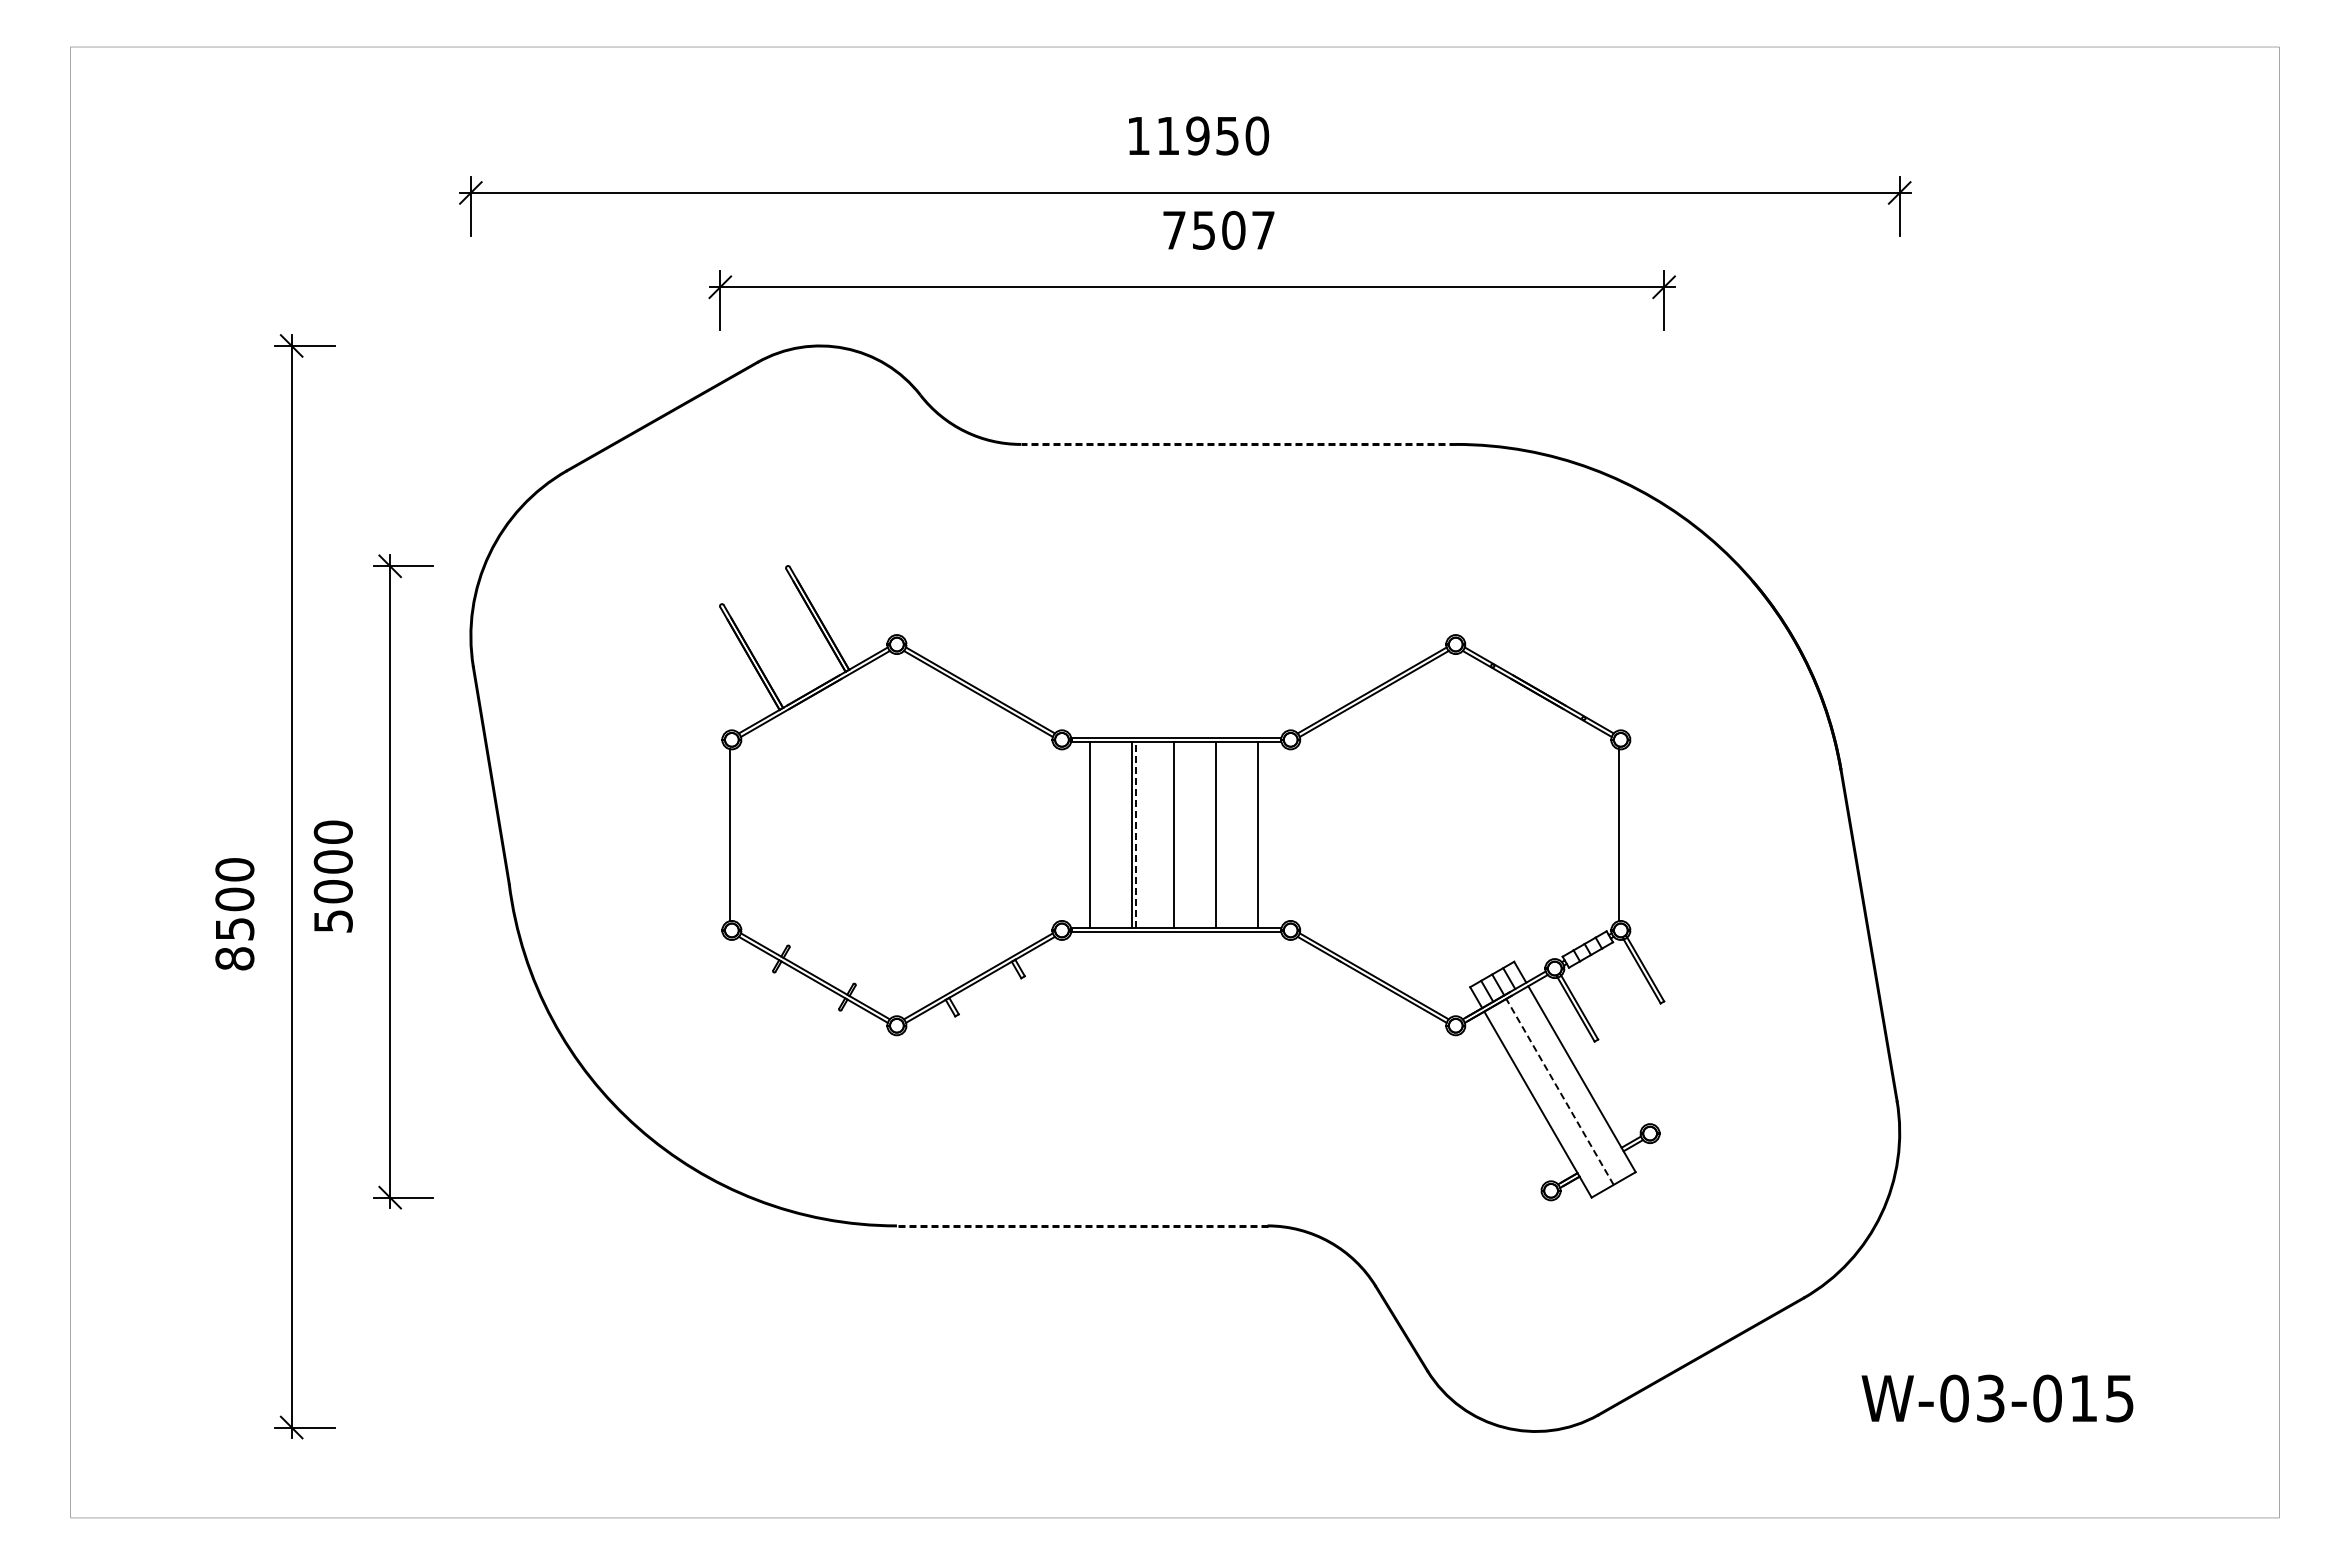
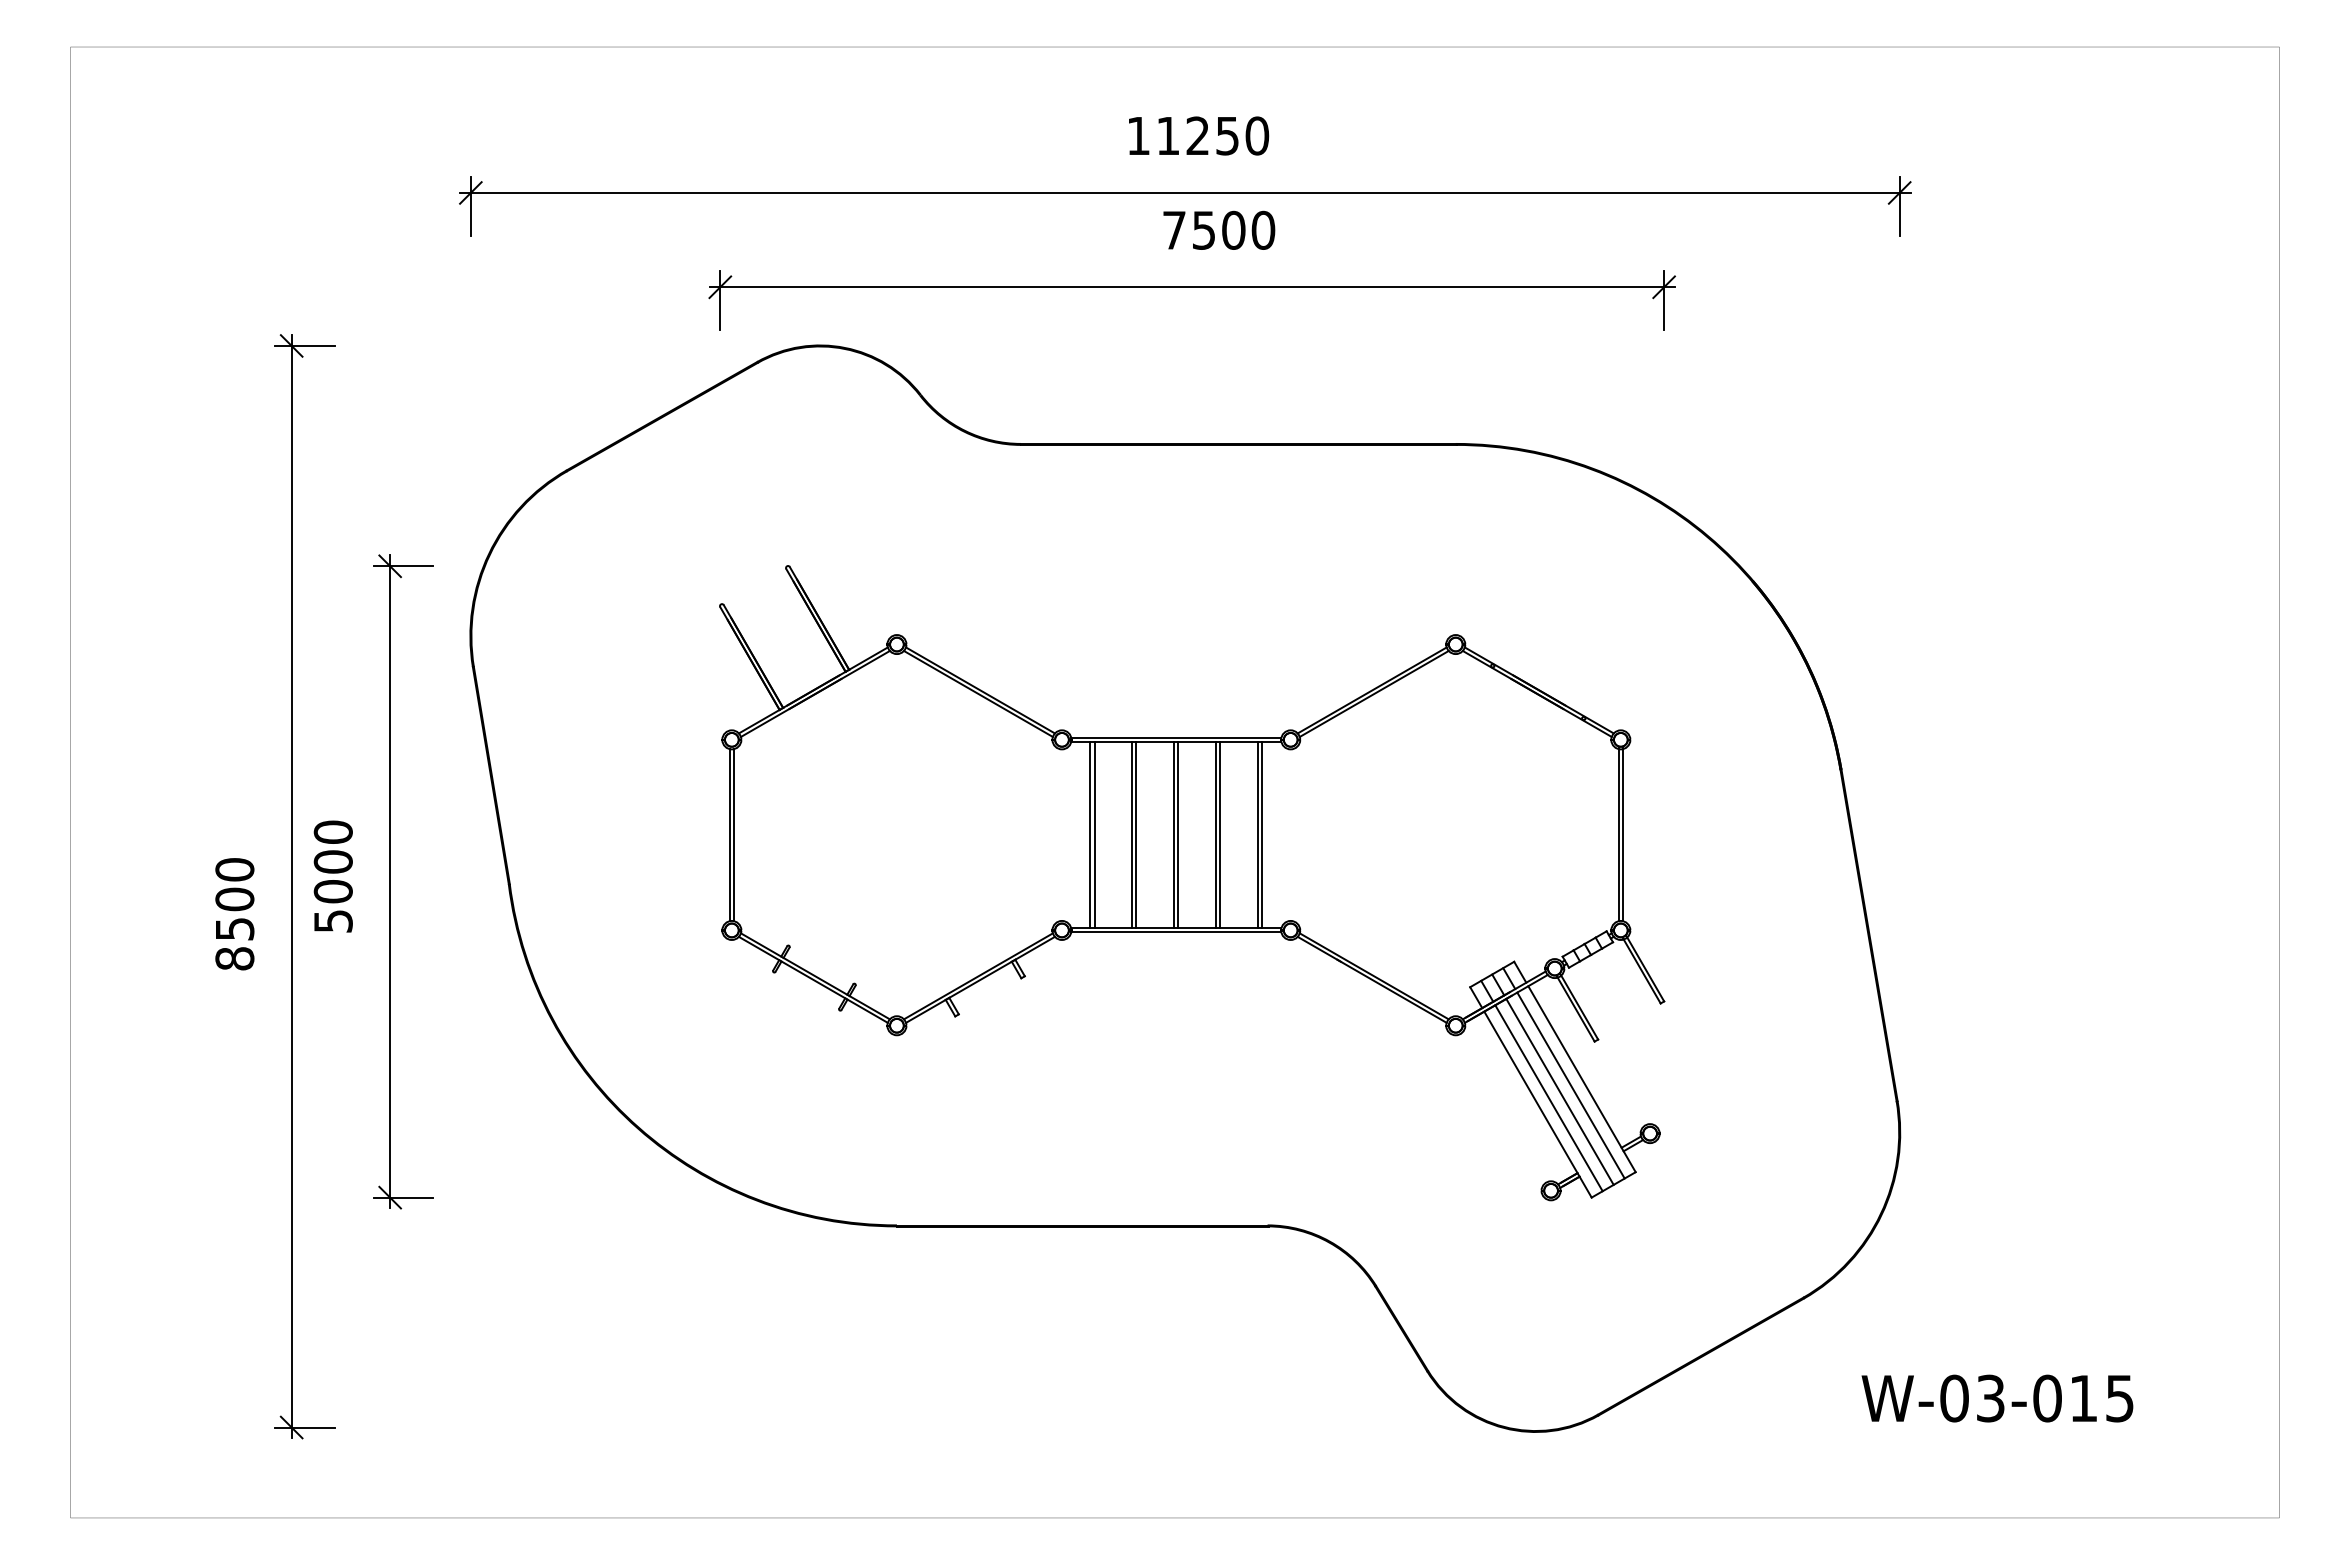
text at (1197, 135): 11950 -> 11250
text at (1263, 229): 7507 -> 7500
line at (1237, 444): dashed -> solid
line at (1622, 833): none -> present
line at (1094, 834): none -> present
line at (1136, 834): dashed -> solid
line at (1178, 834): none -> present
line at (1220, 834): none -> present
line at (1262, 834): none -> present
line at (733, 835): none -> present
line at (1570, 1085): none -> present
line at (1559, 1091): dashed -> solid
line at (1548, 1098): none -> present
line at (1081, 1225): dashed -> solid
